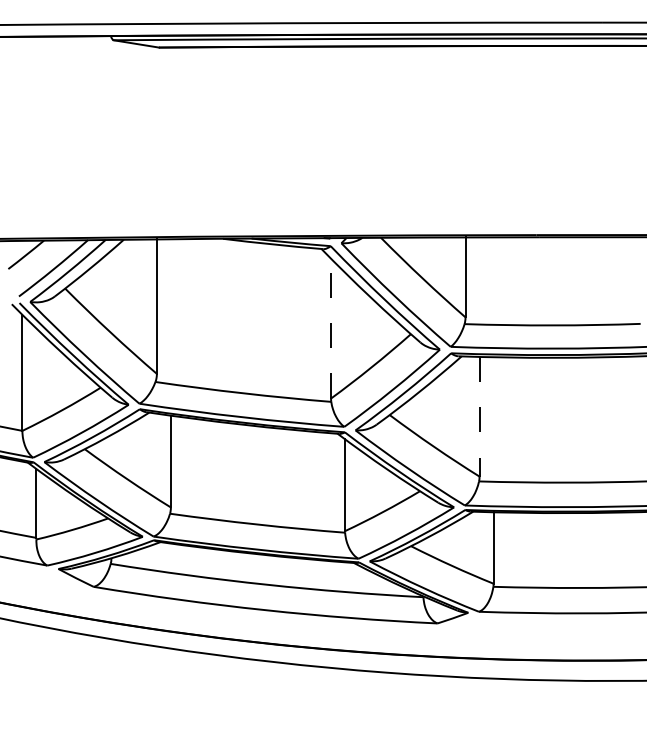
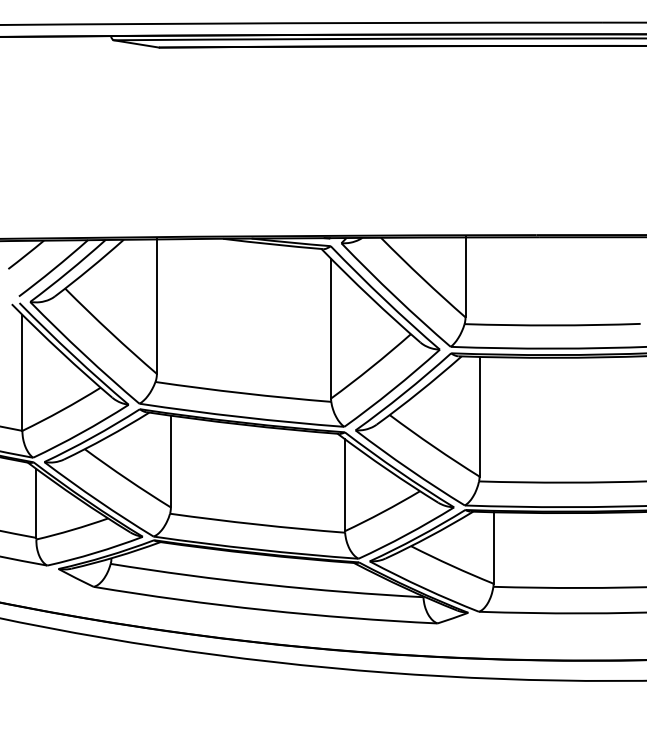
line at (331, 328): dashed -> solid
line at (479, 416): dashed -> solid
